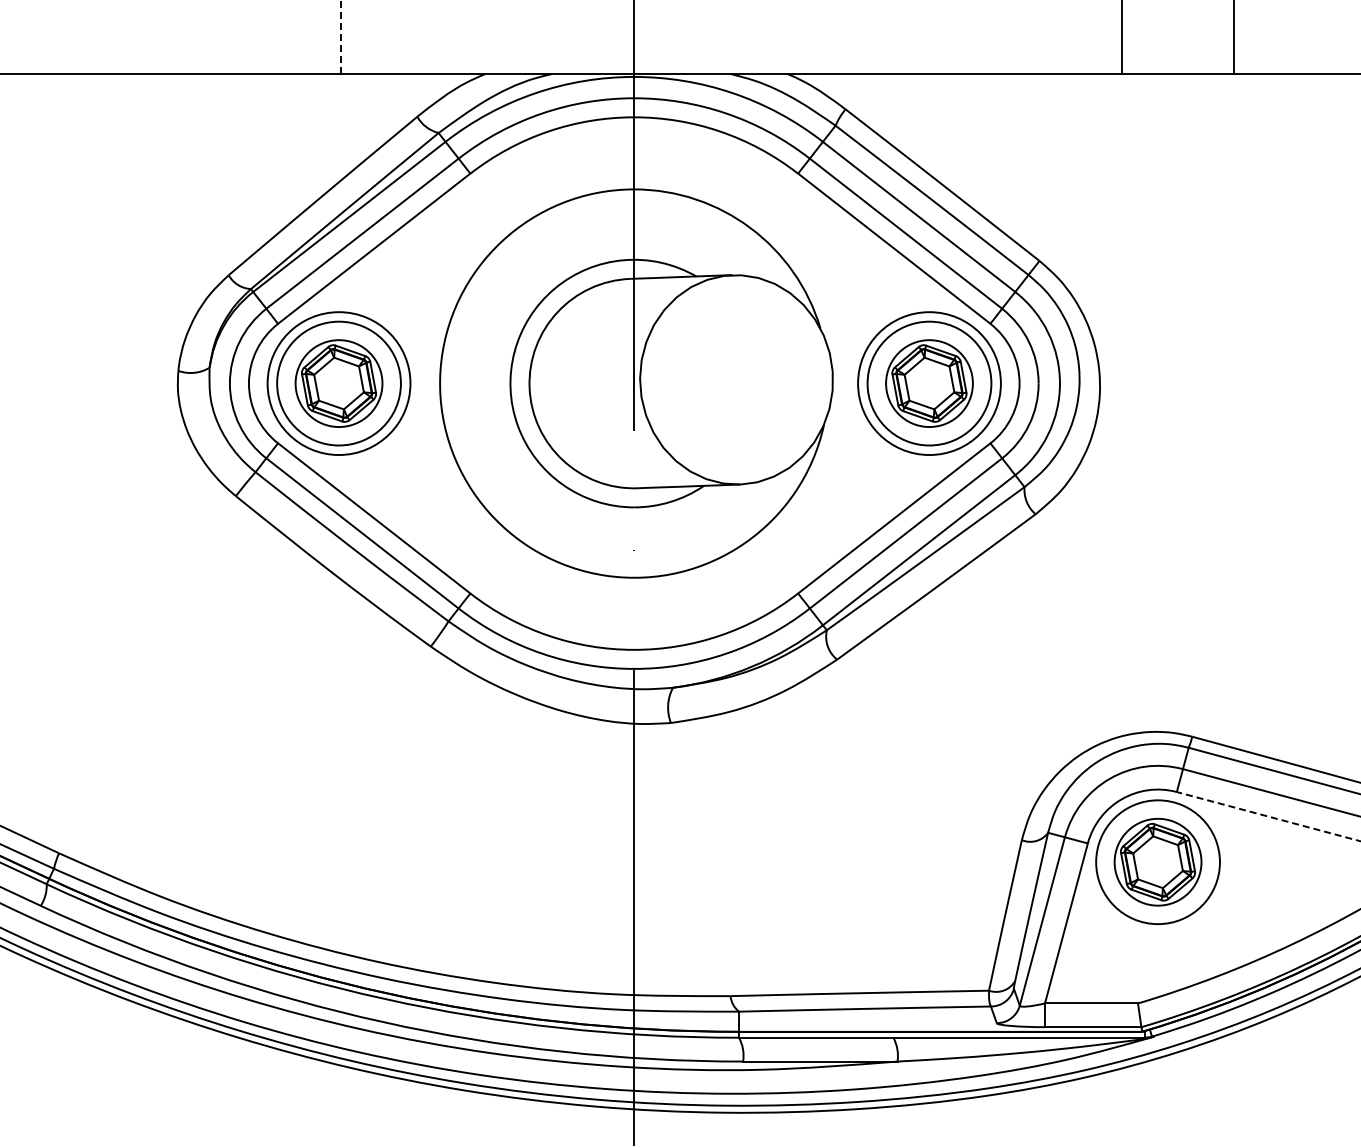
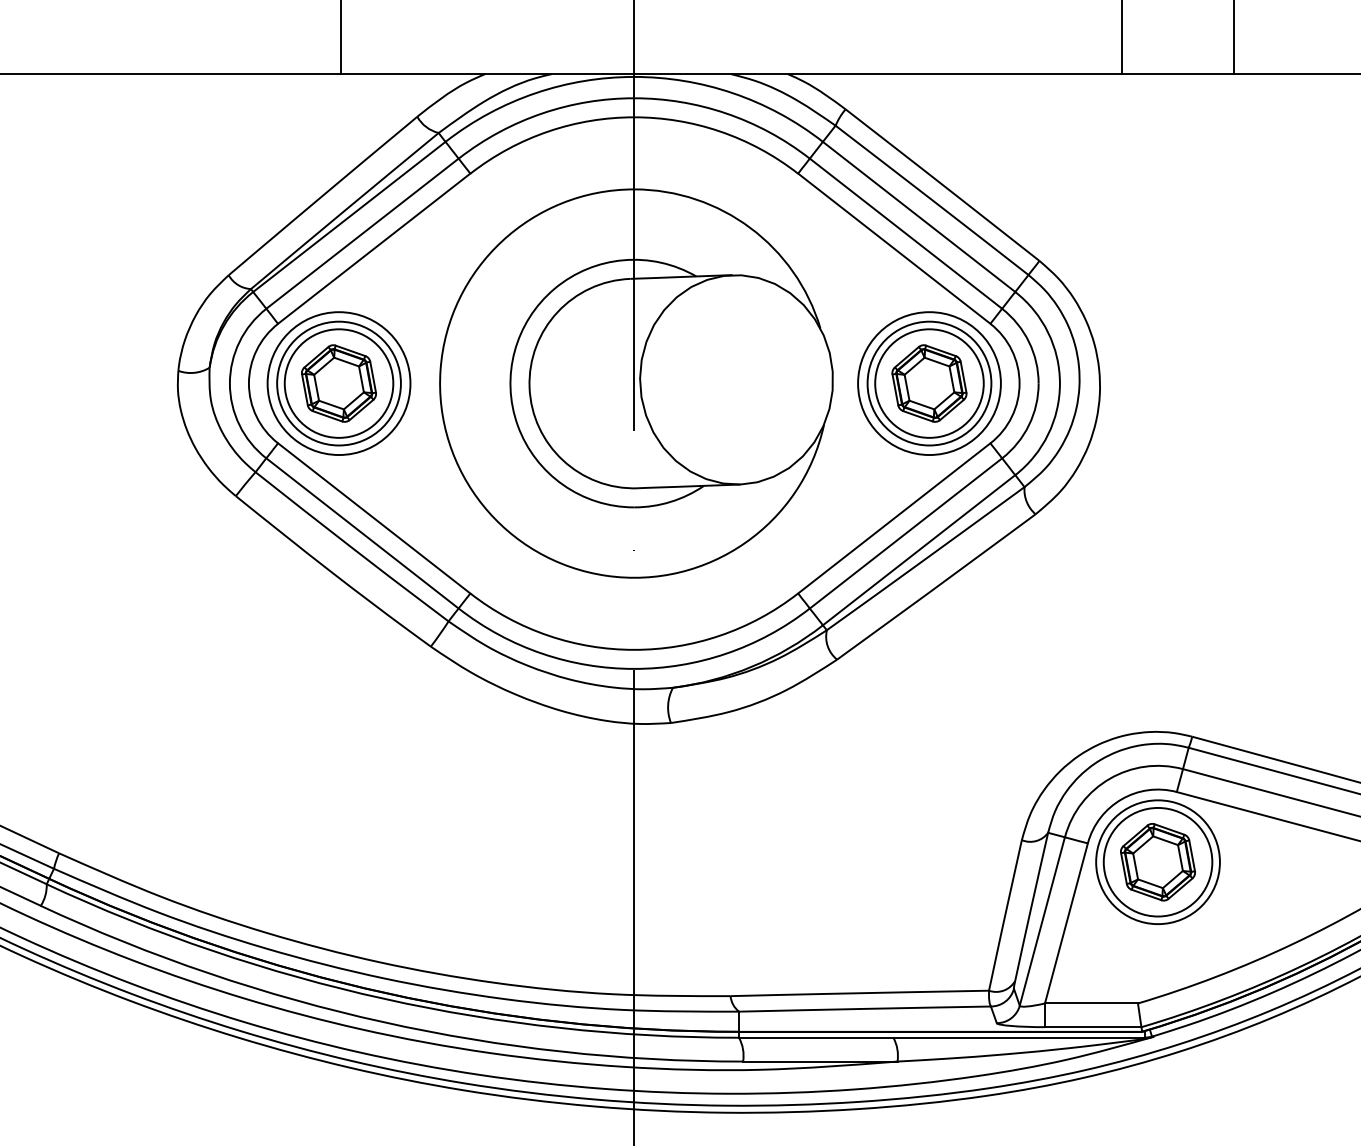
line at (341, 37): dashed -> solid
circle at (338, 383) diameter: 87 px -> 109 px
circle at (929, 383) diameter: 87 px -> 109 px
line at (1268, 816): dashed -> solid
circle at (1157, 861) diameter: 87 px -> 109 px
